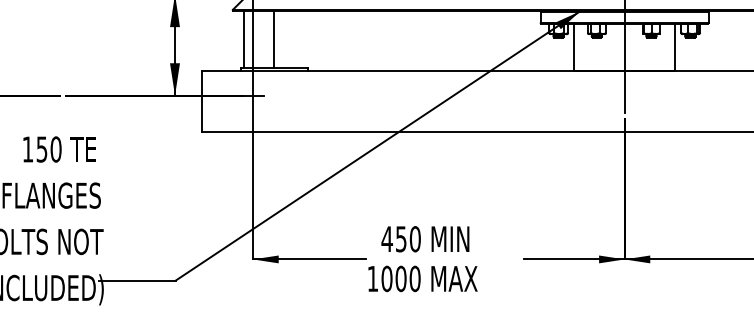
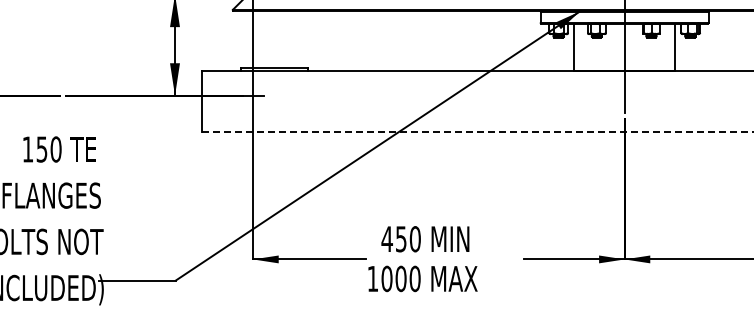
line at (244, 39): present -> none
line at (274, 39): present -> none
line at (477, 131): solid -> dashed
